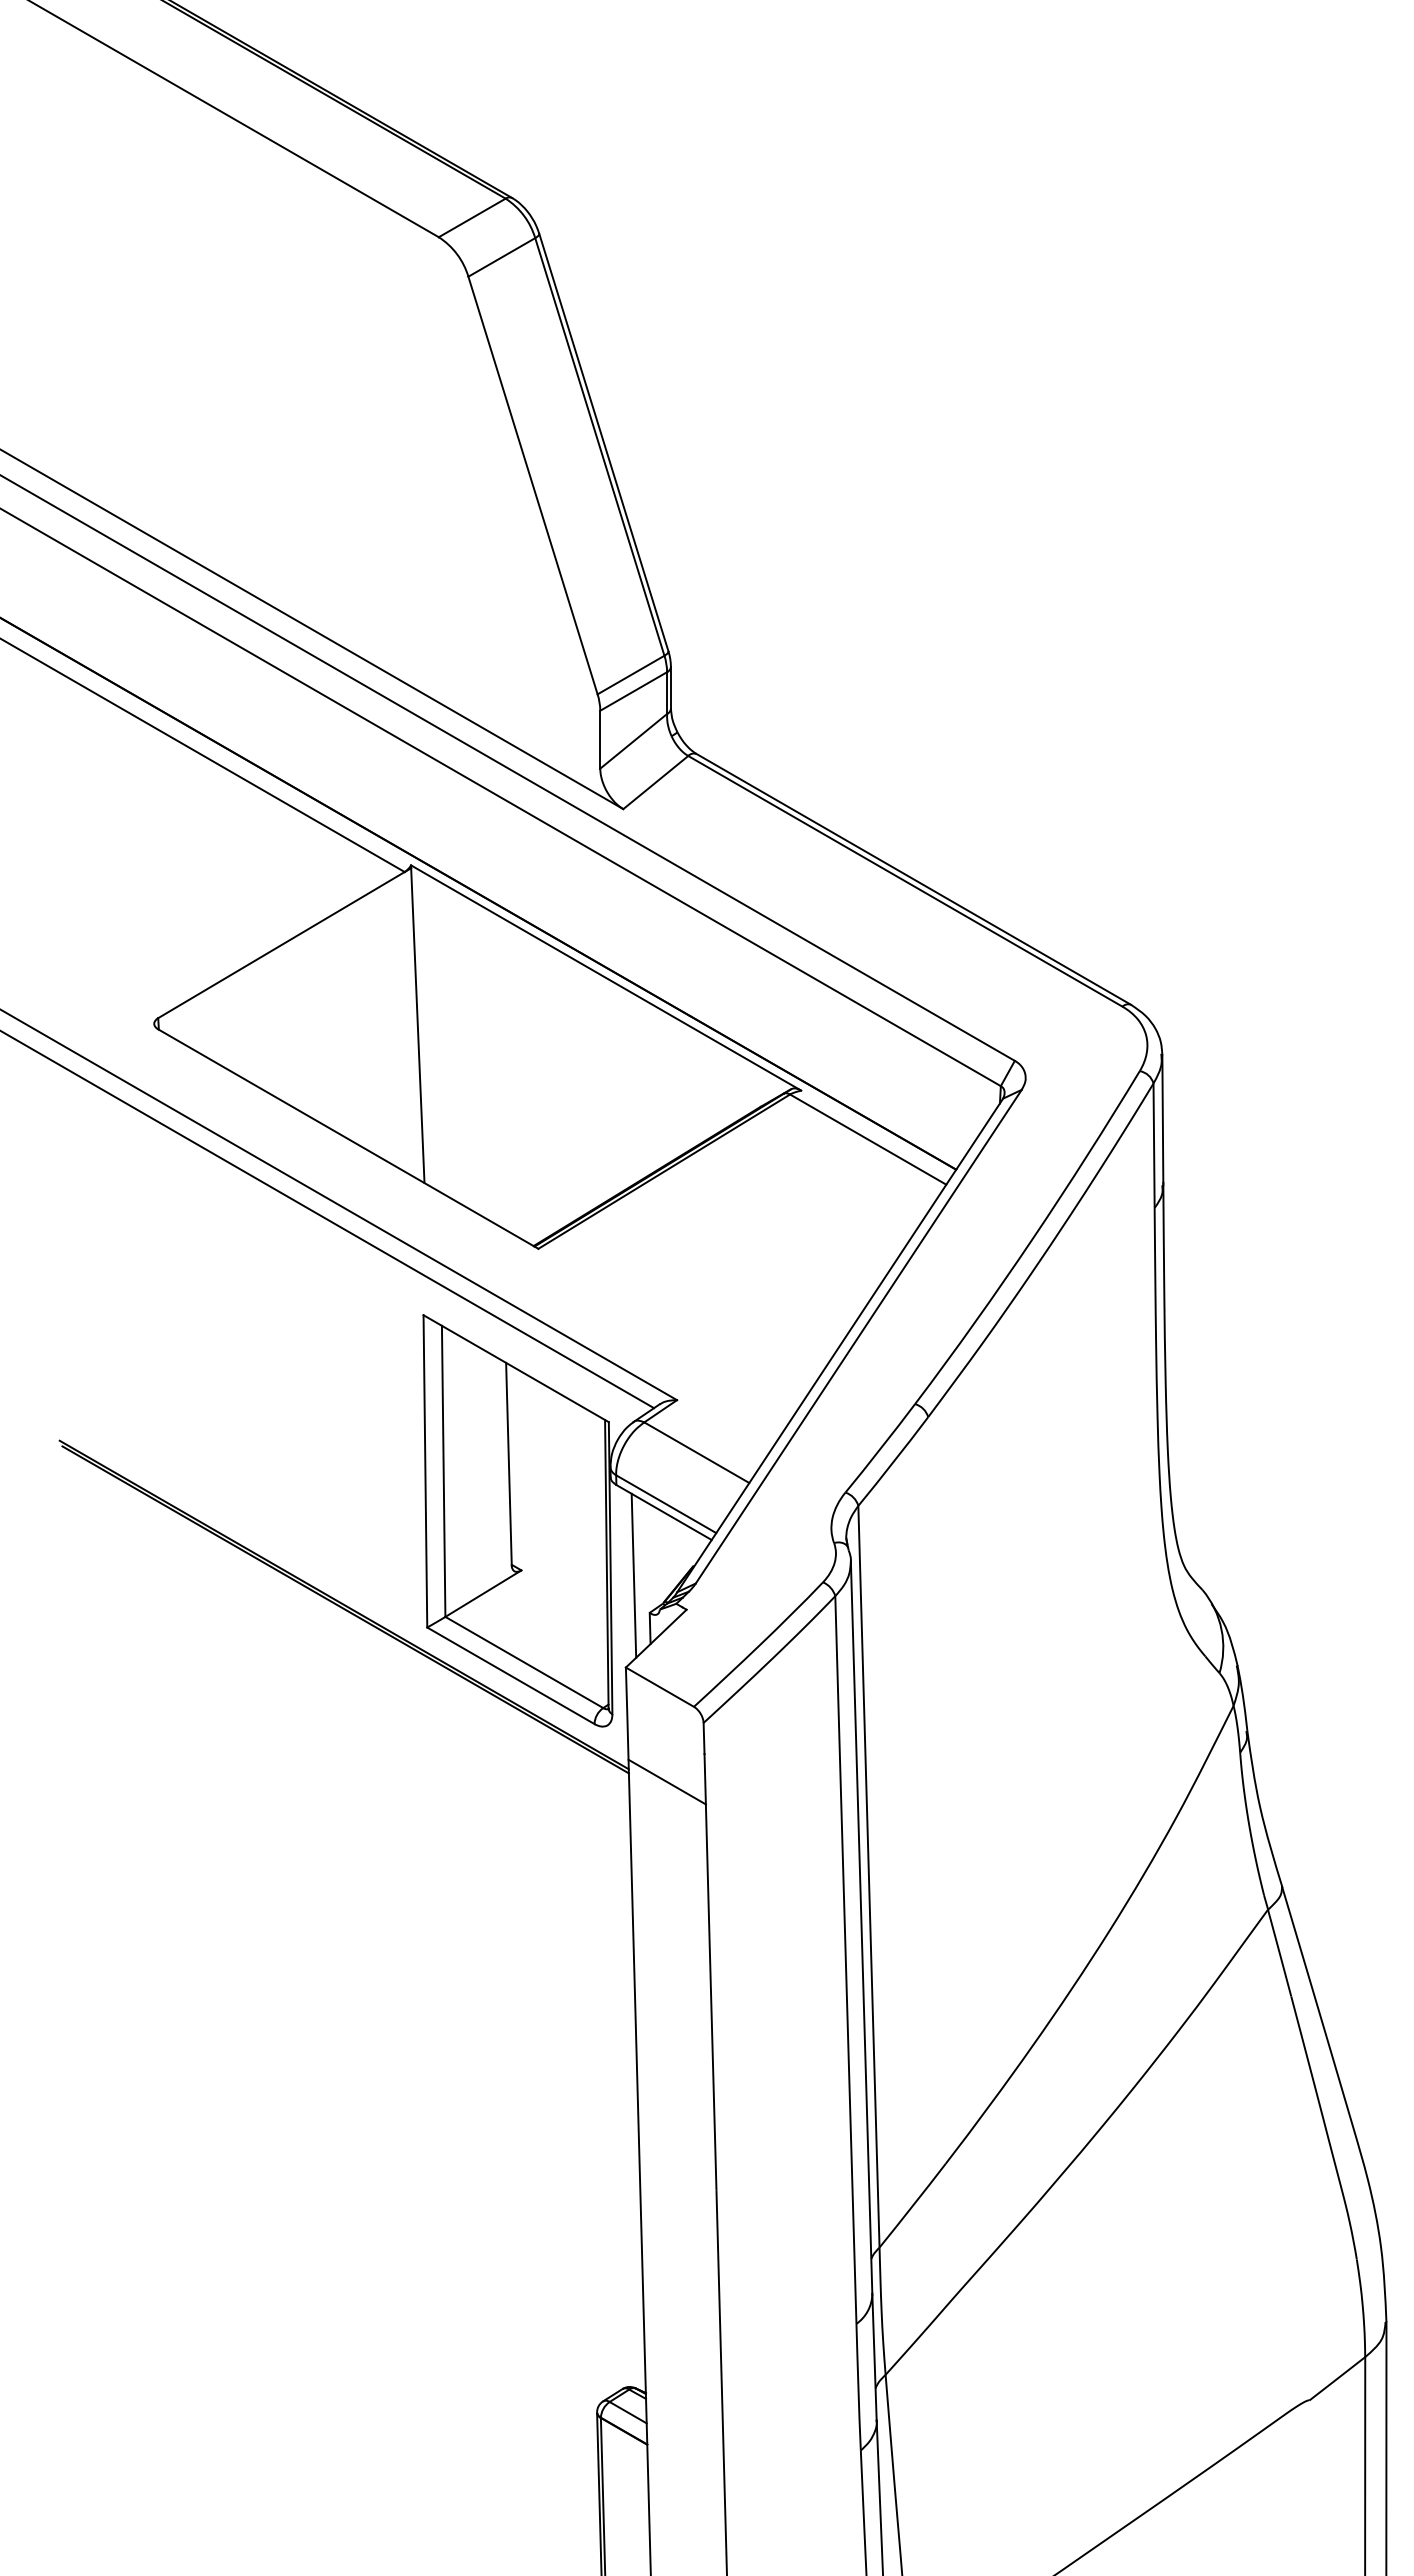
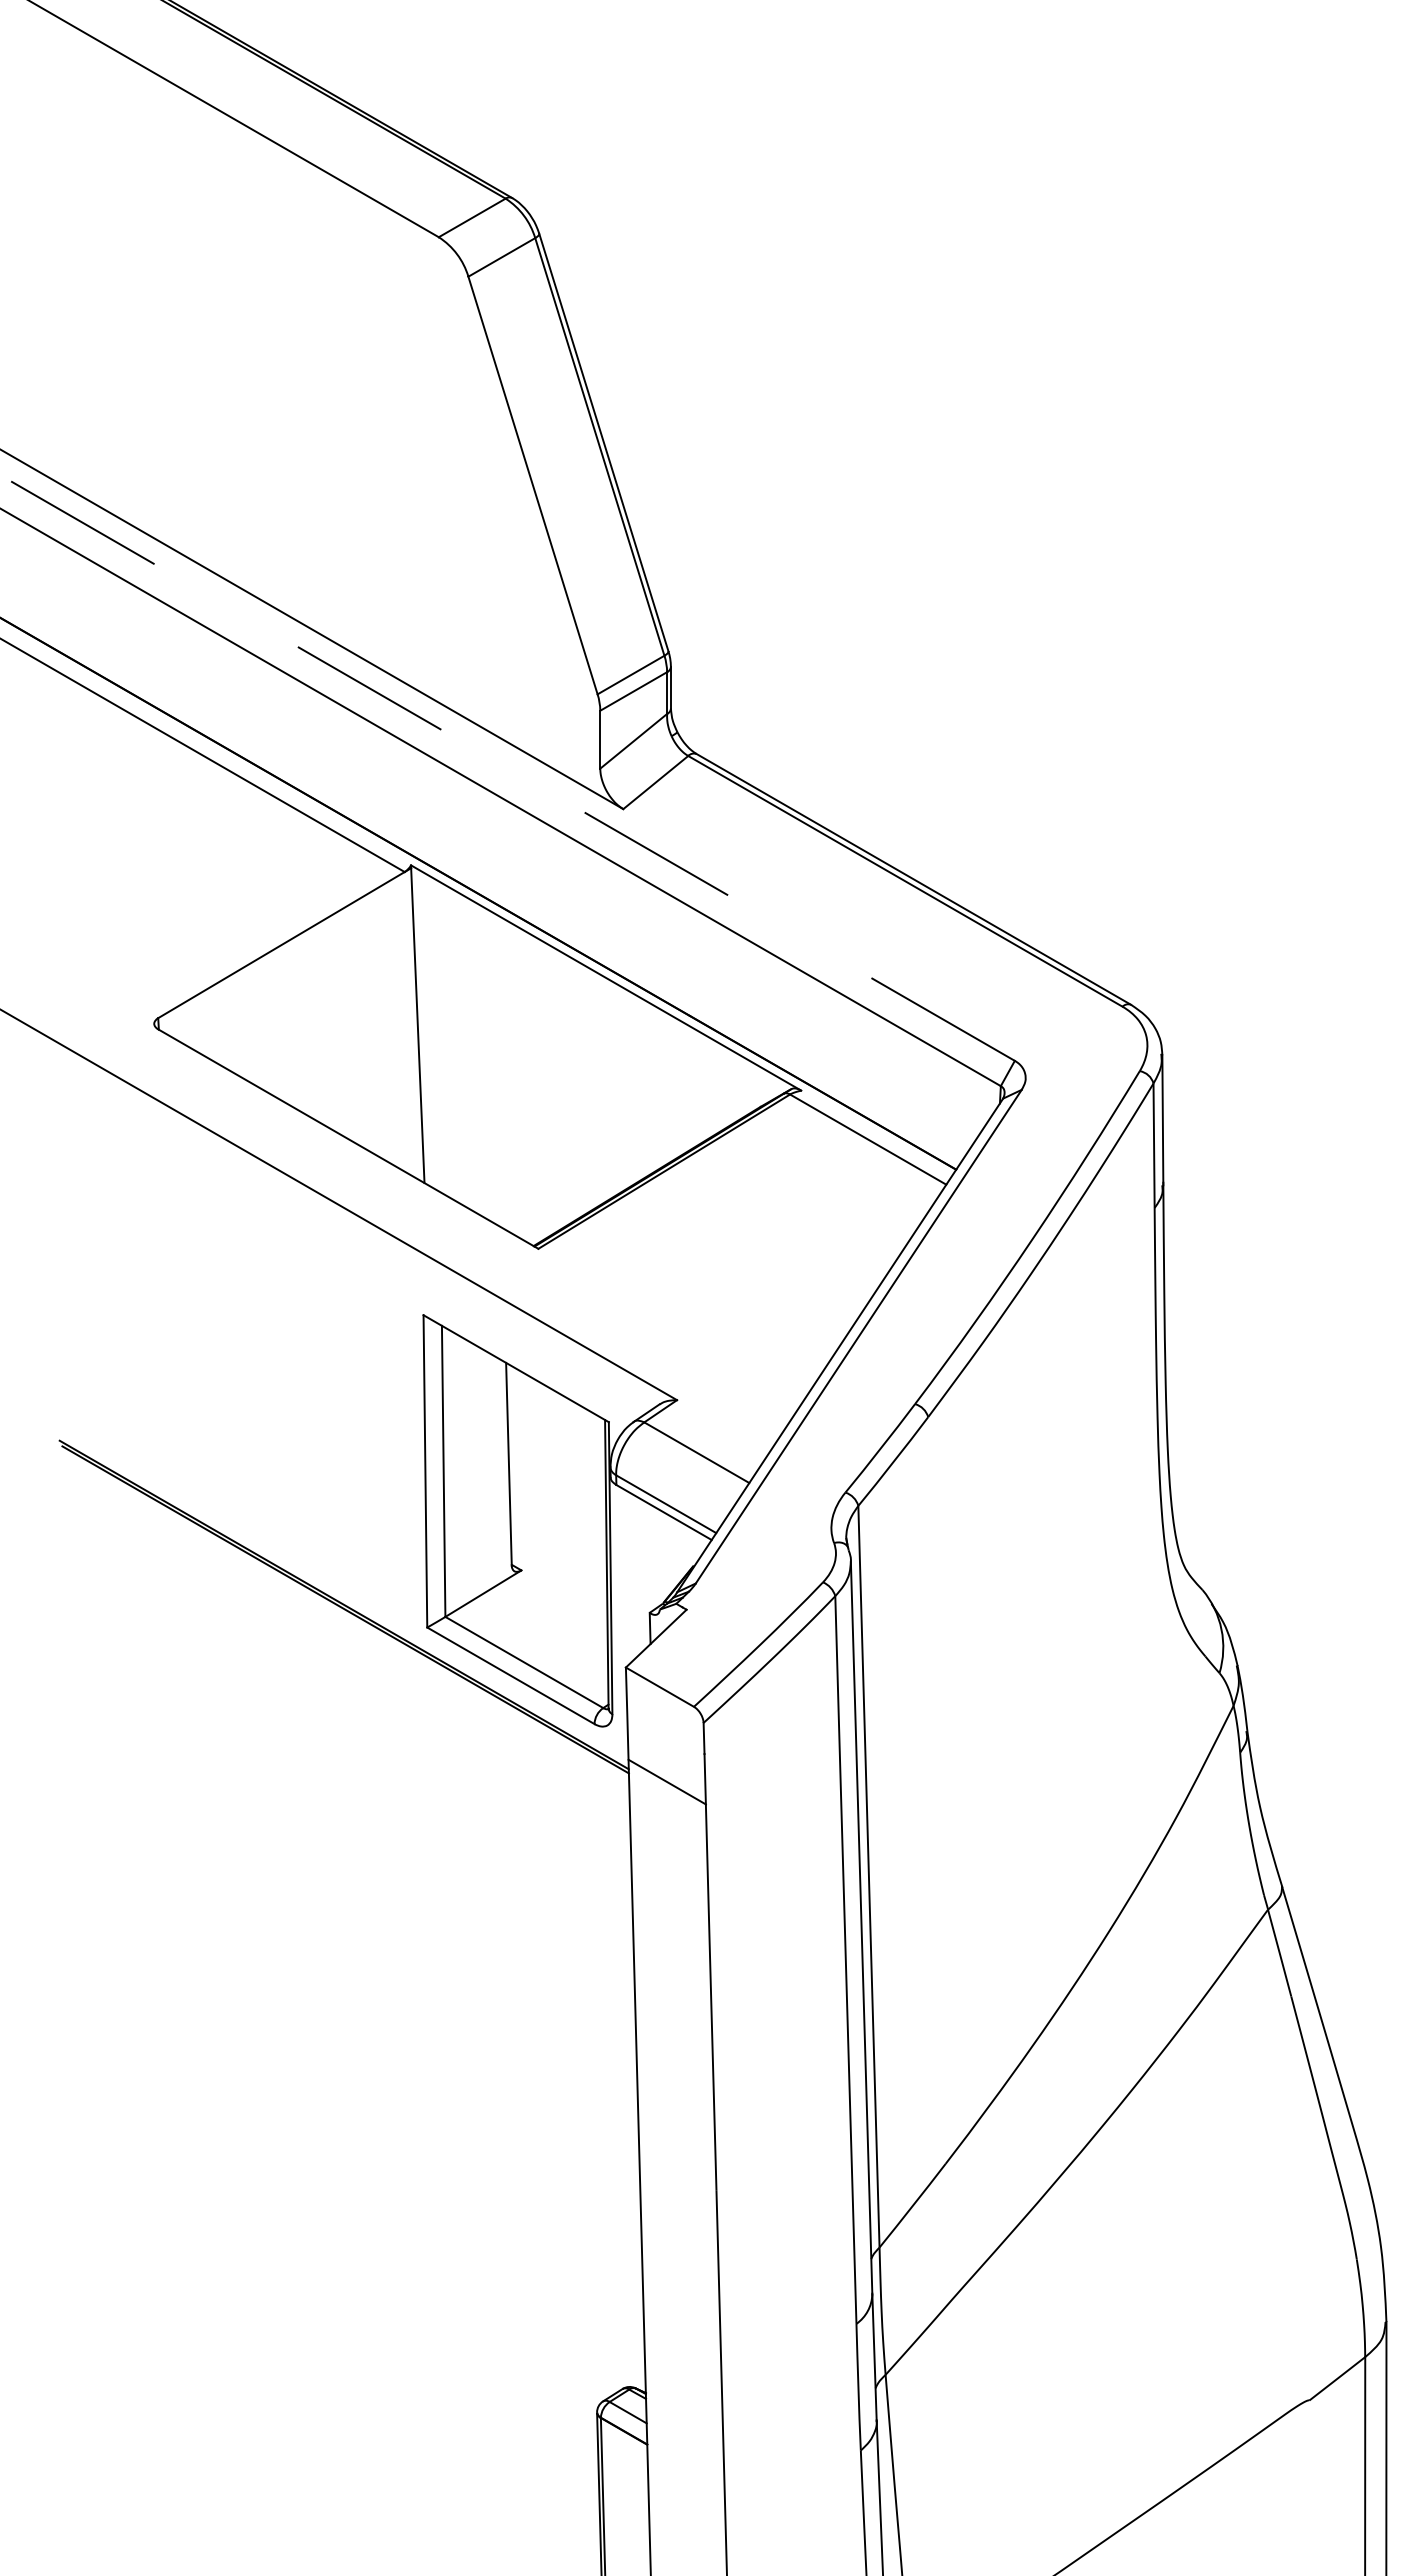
line at (507, 767): solid -> dashed
line at (328, 1220): present -> none
line at (633, 1575): present -> none
